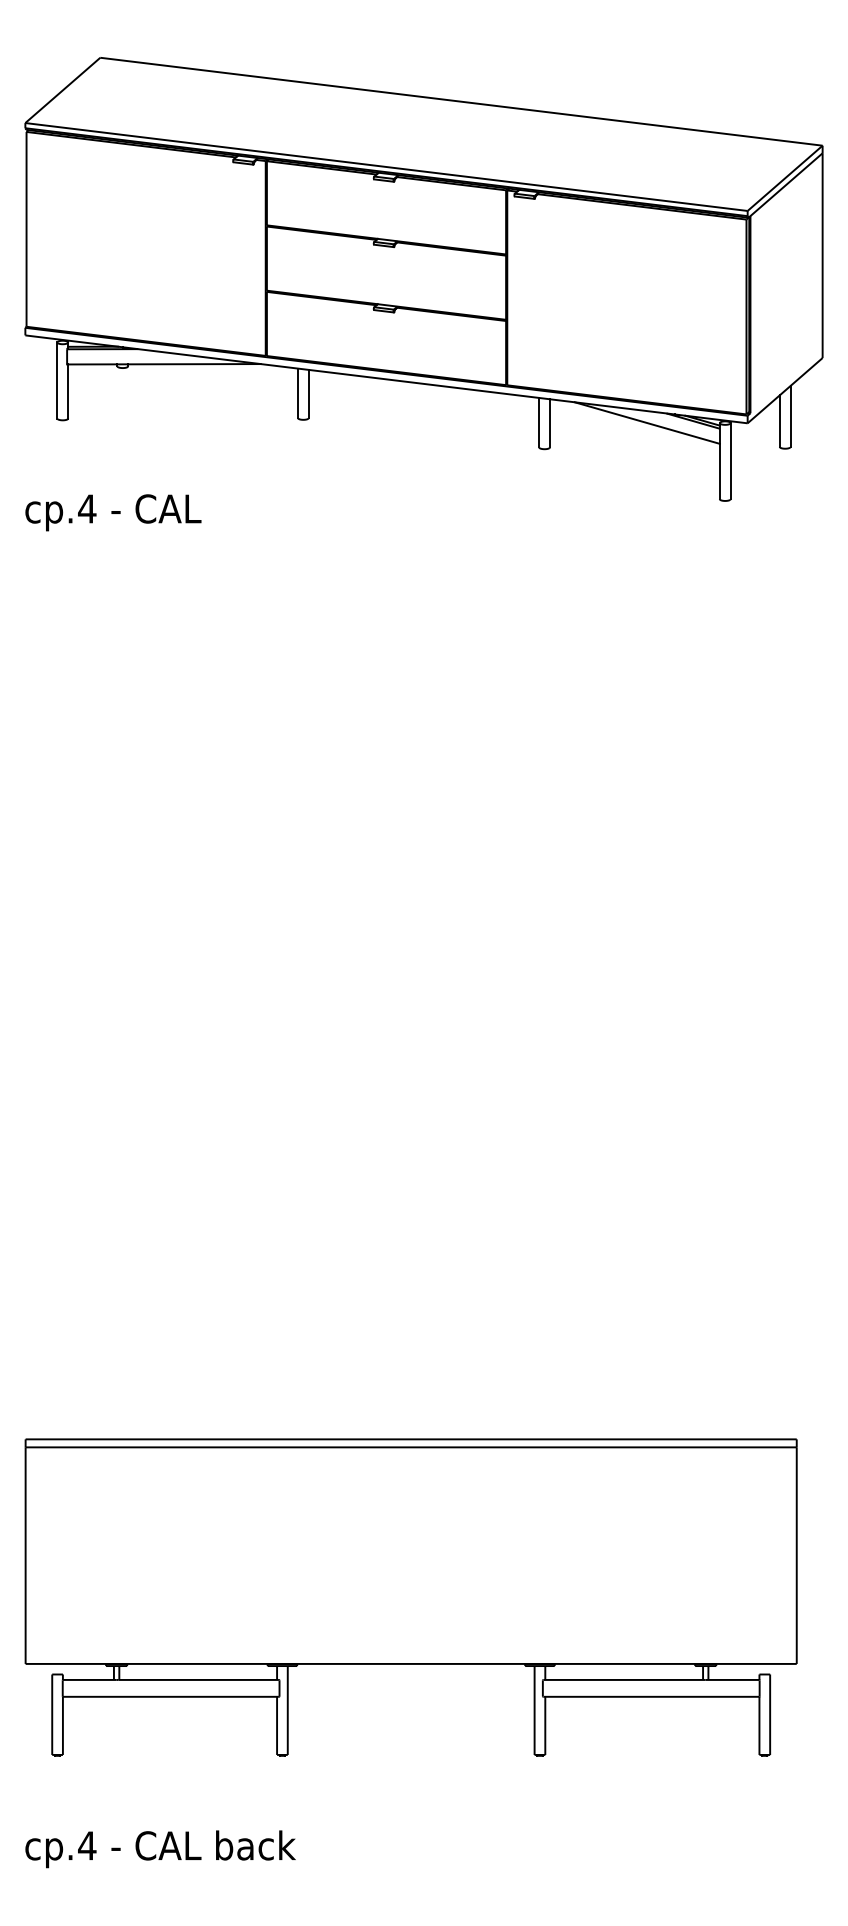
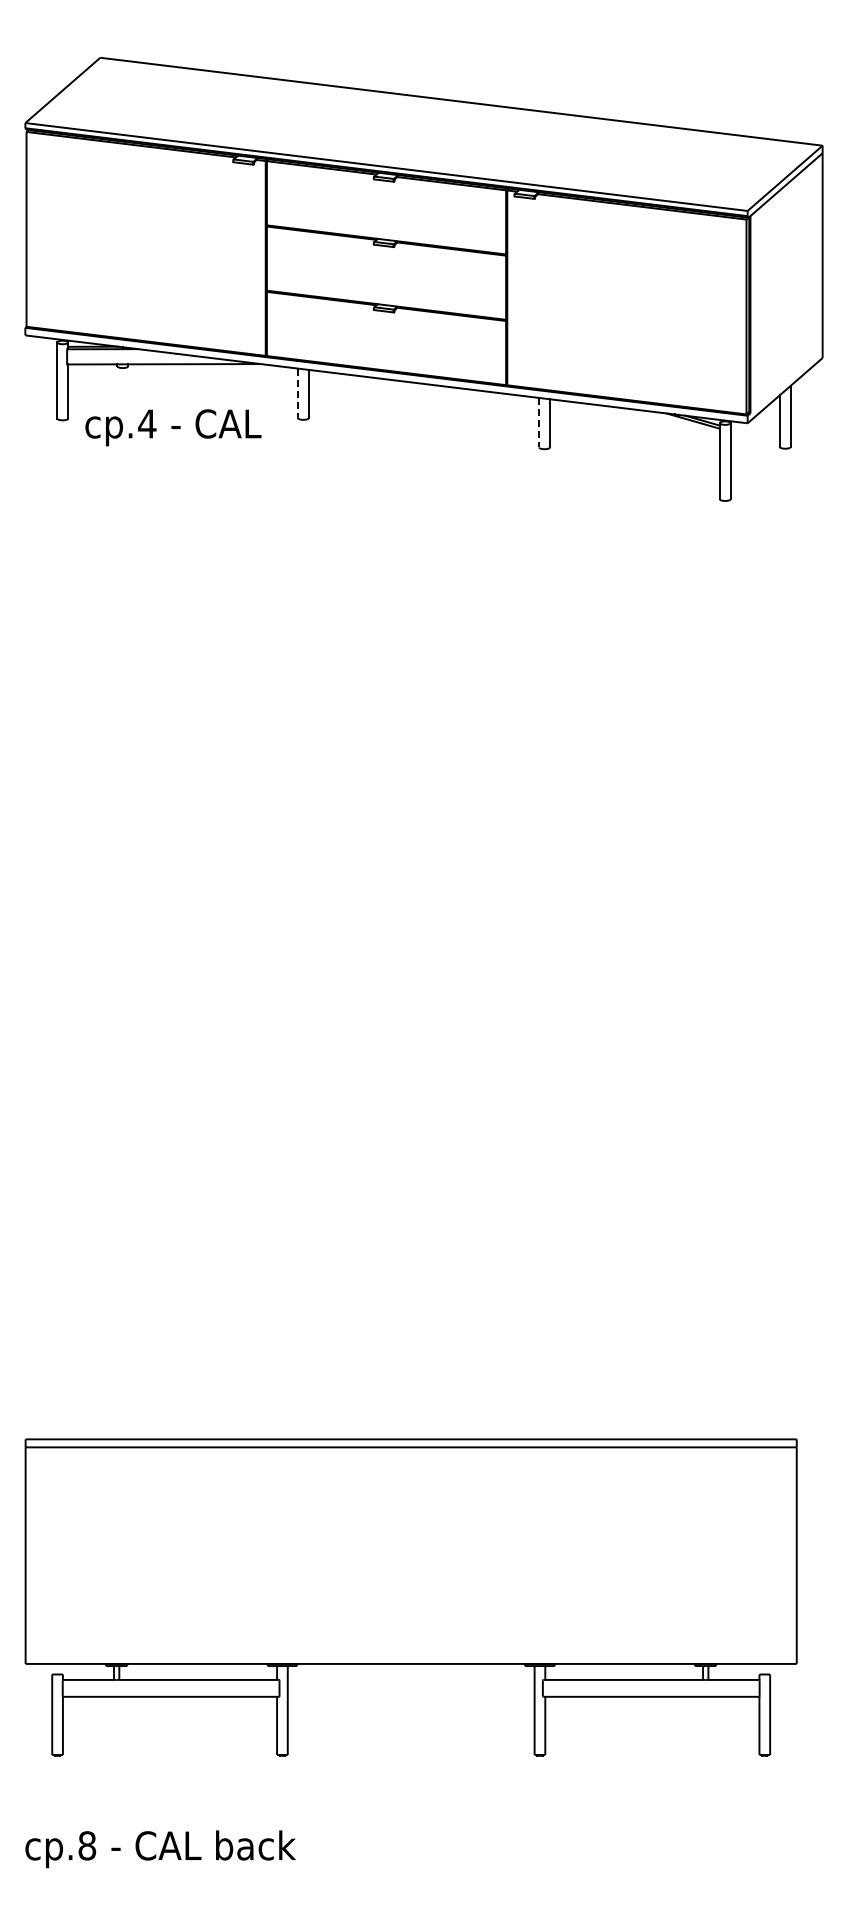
line at (298, 393): solid -> dashed
line at (539, 422): solid -> dashed
line at (646, 422): present -> none
text at (113, 512) position: (113, 512) -> (173, 427)
text at (87, 1845): cp.4 -> cp.8
